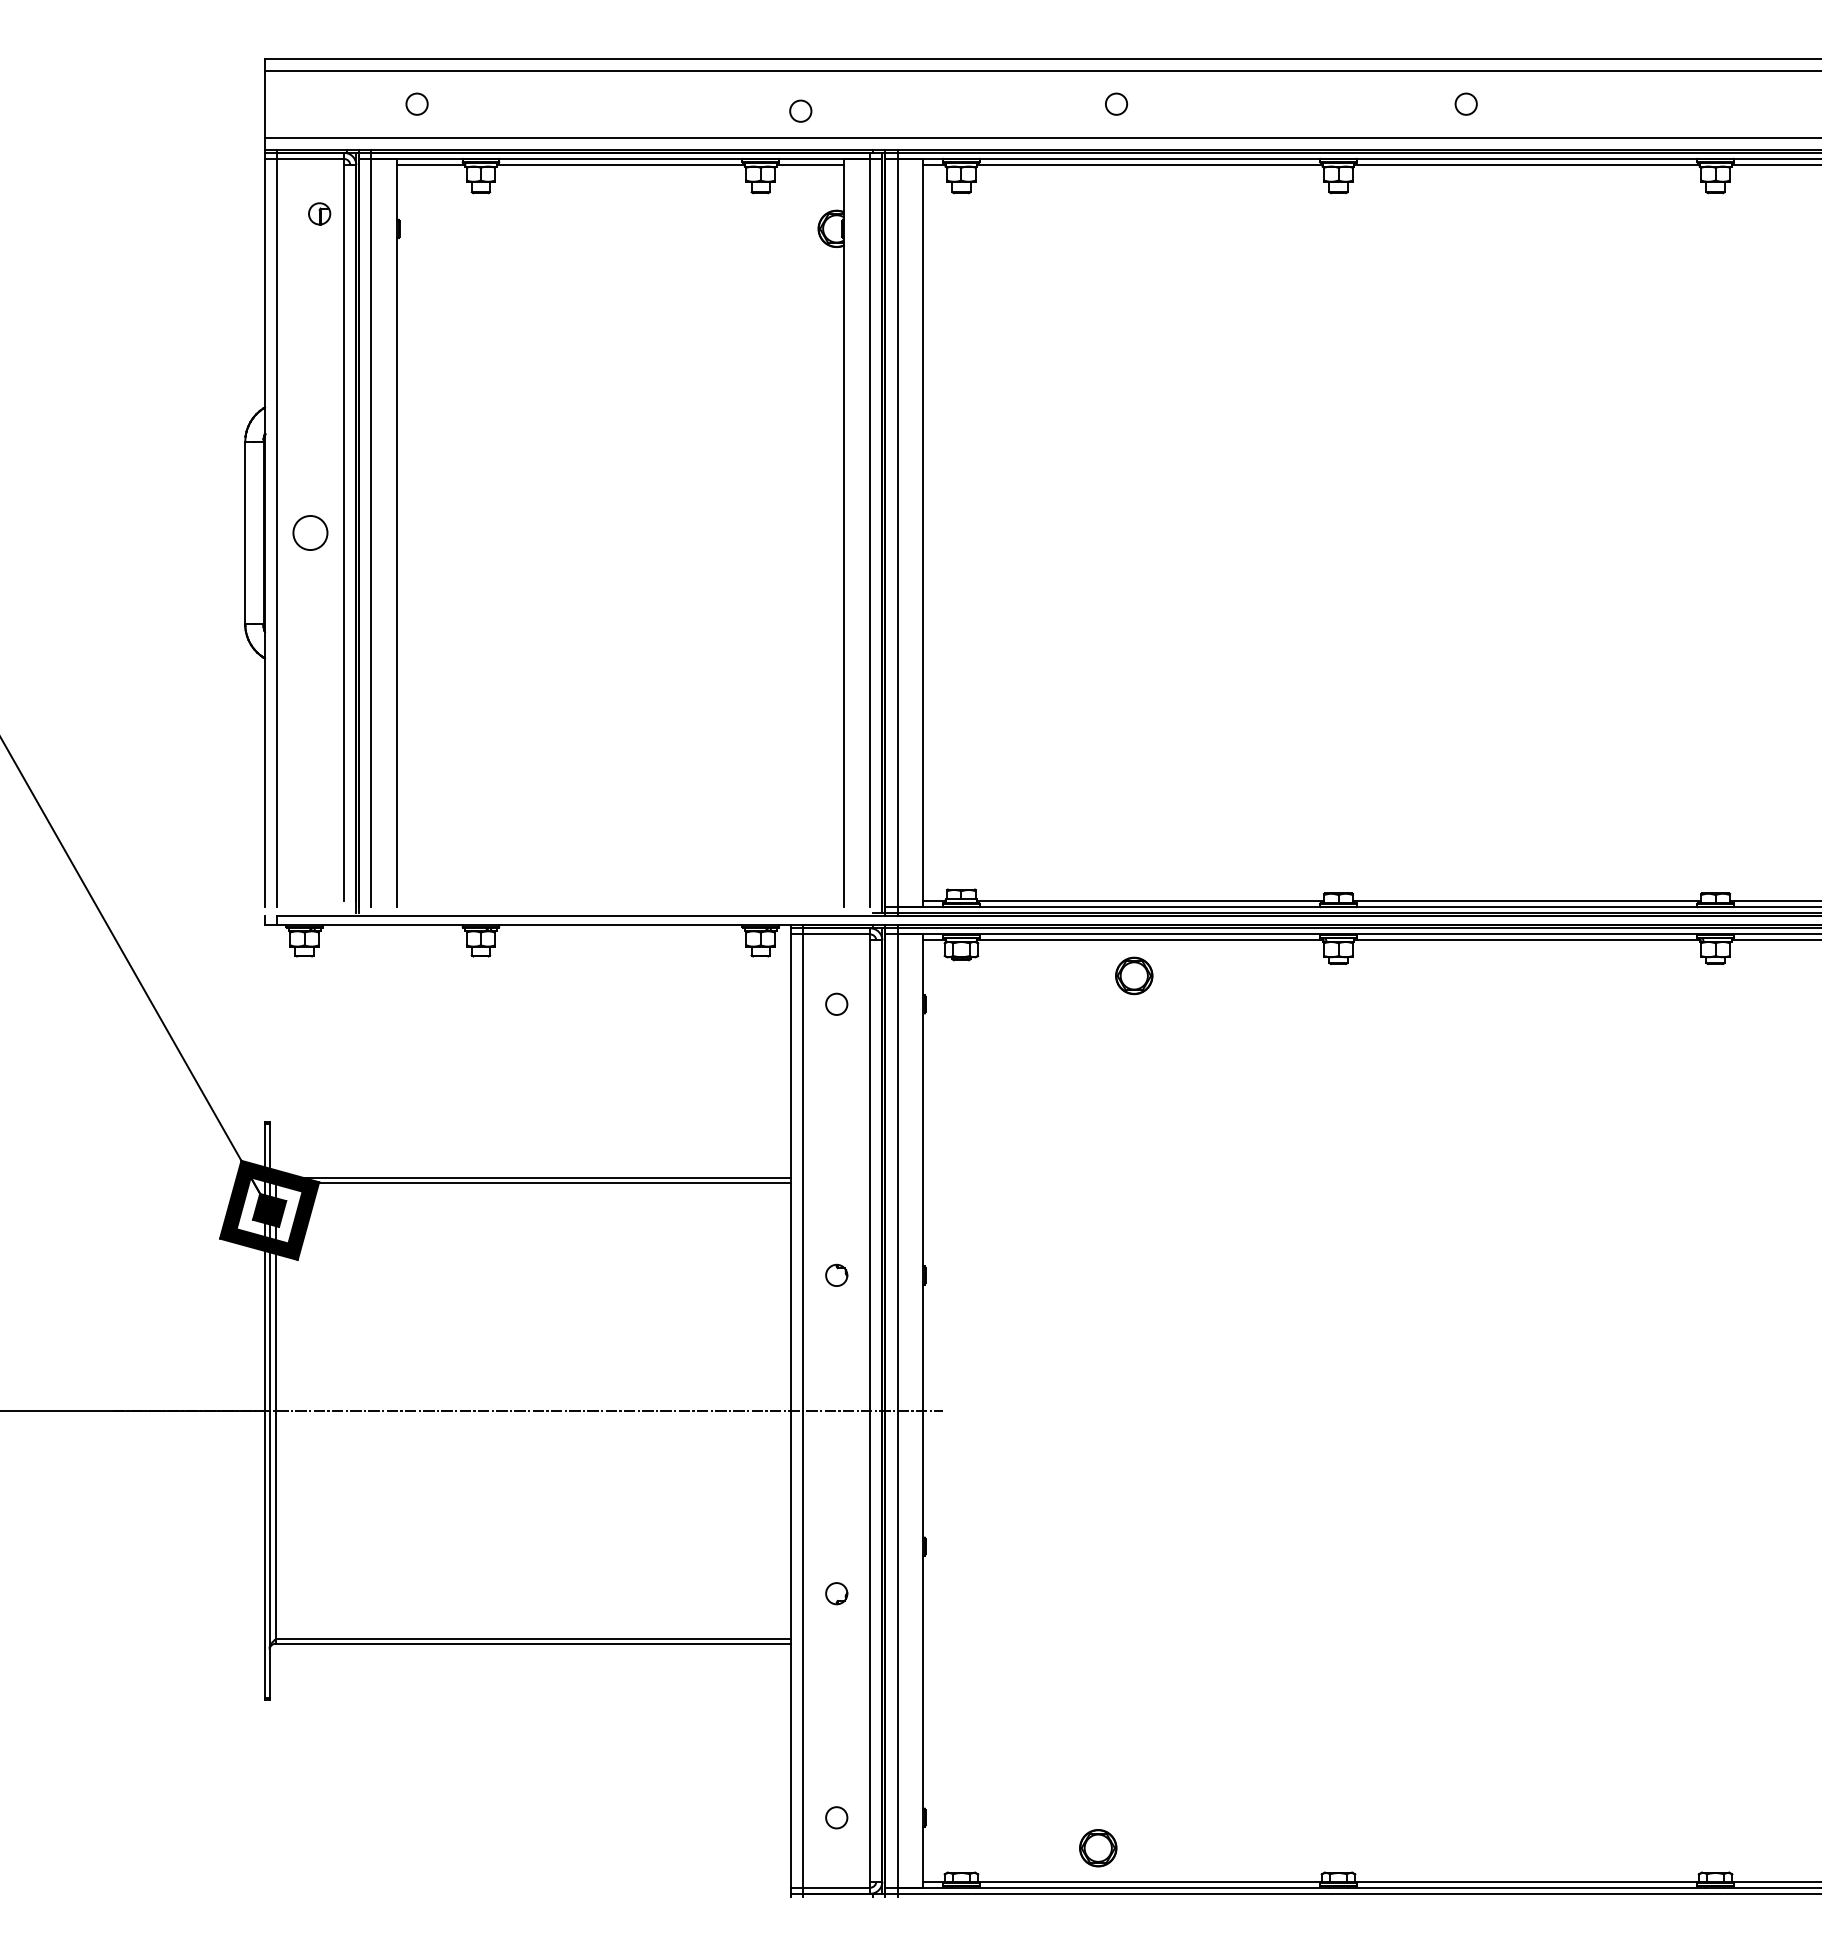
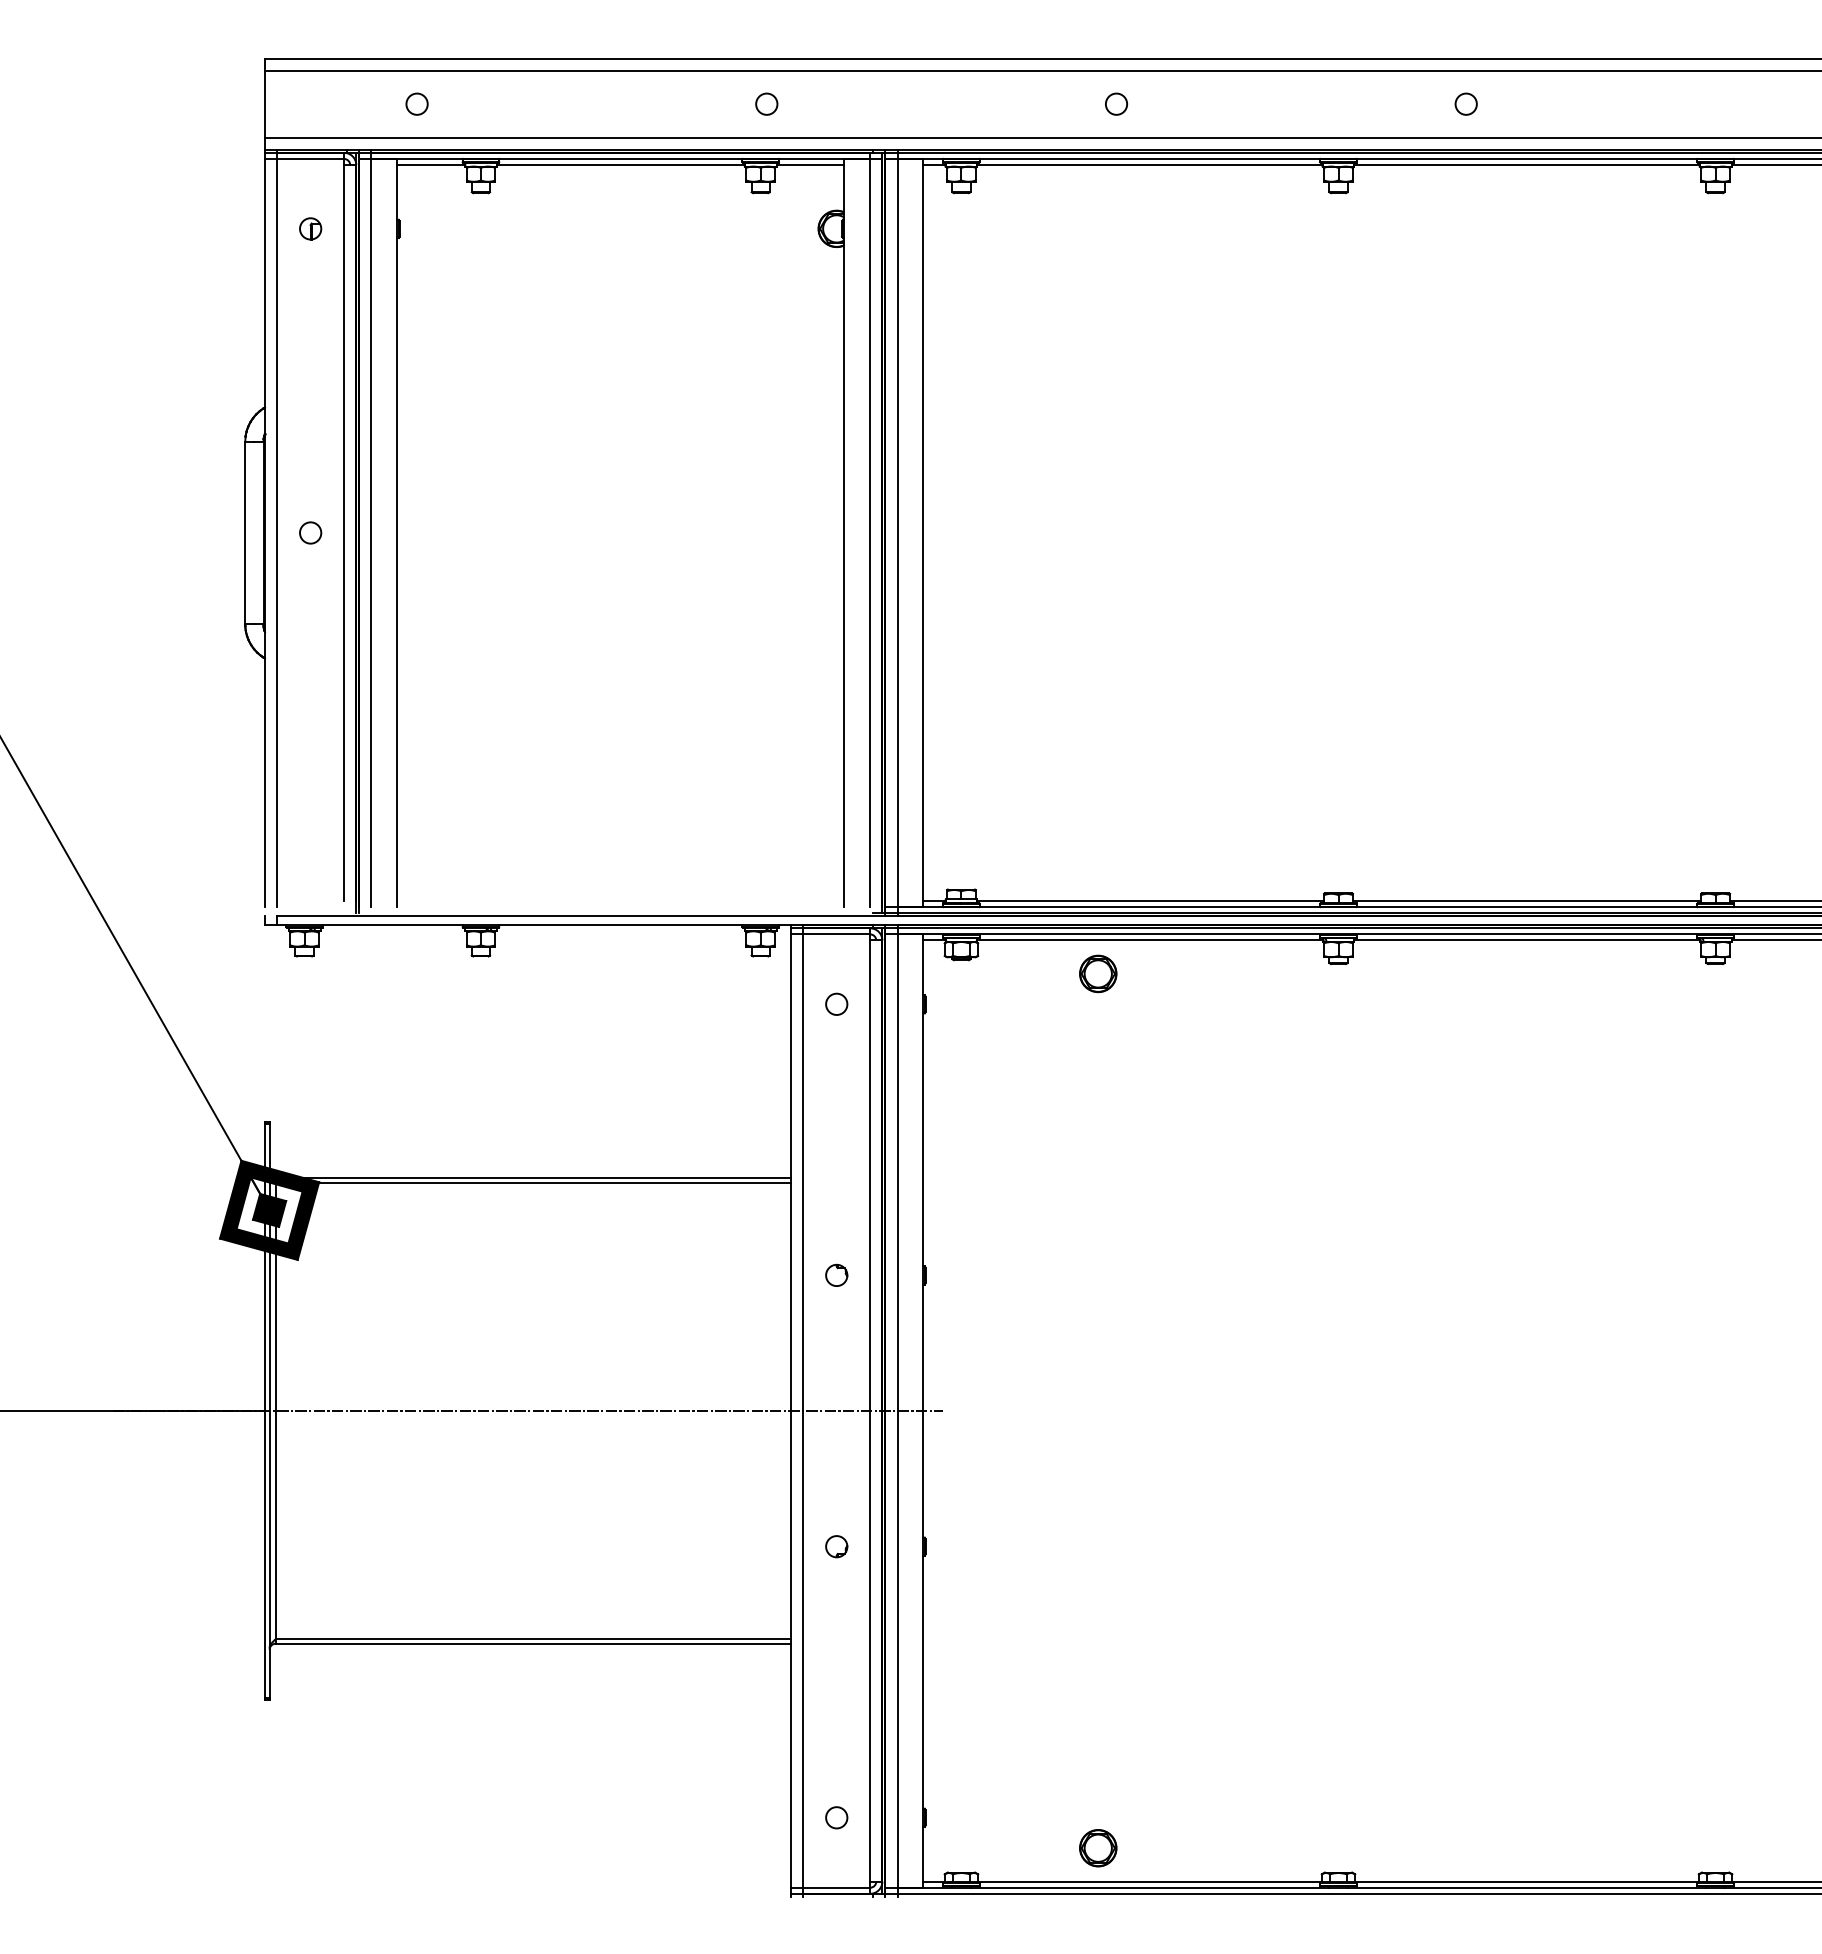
circle at (800, 110) position: (800, 110) -> (766, 103)
part at (319, 213) position: (319, 213) -> (310, 228)
circle at (310, 532) size: 37x36 px -> 24x24 px
part at (1134, 975) position: (1134, 975) -> (1098, 973)
part at (836, 1593) position: (836, 1593) -> (836, 1546)
